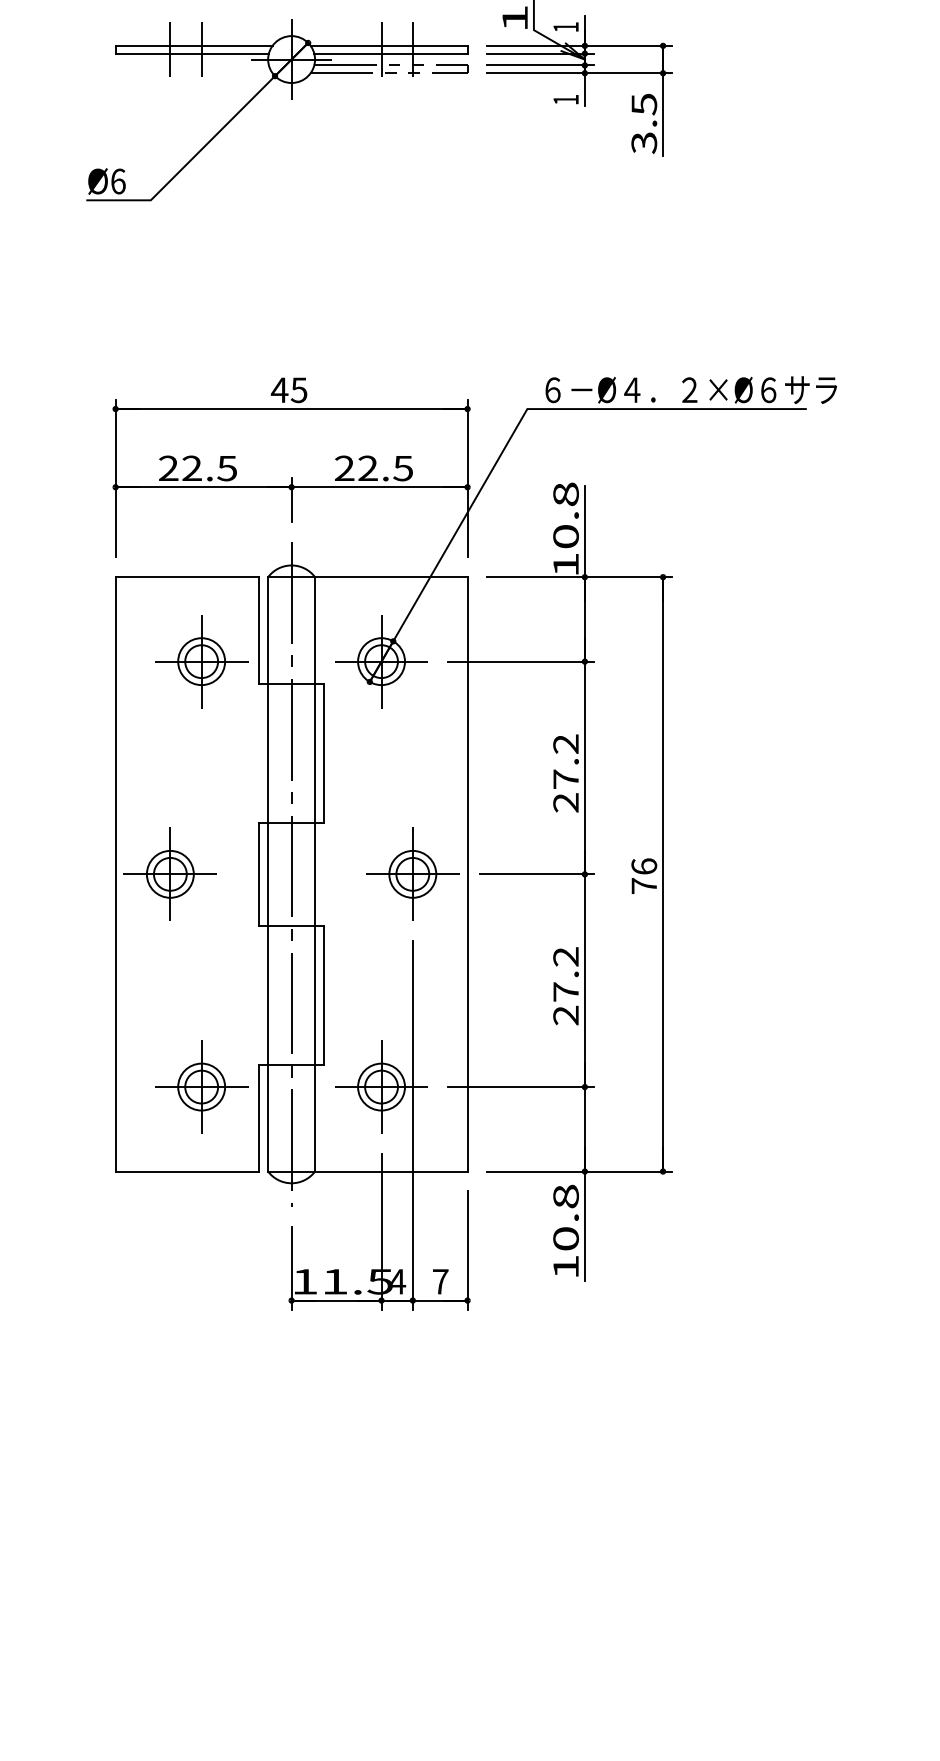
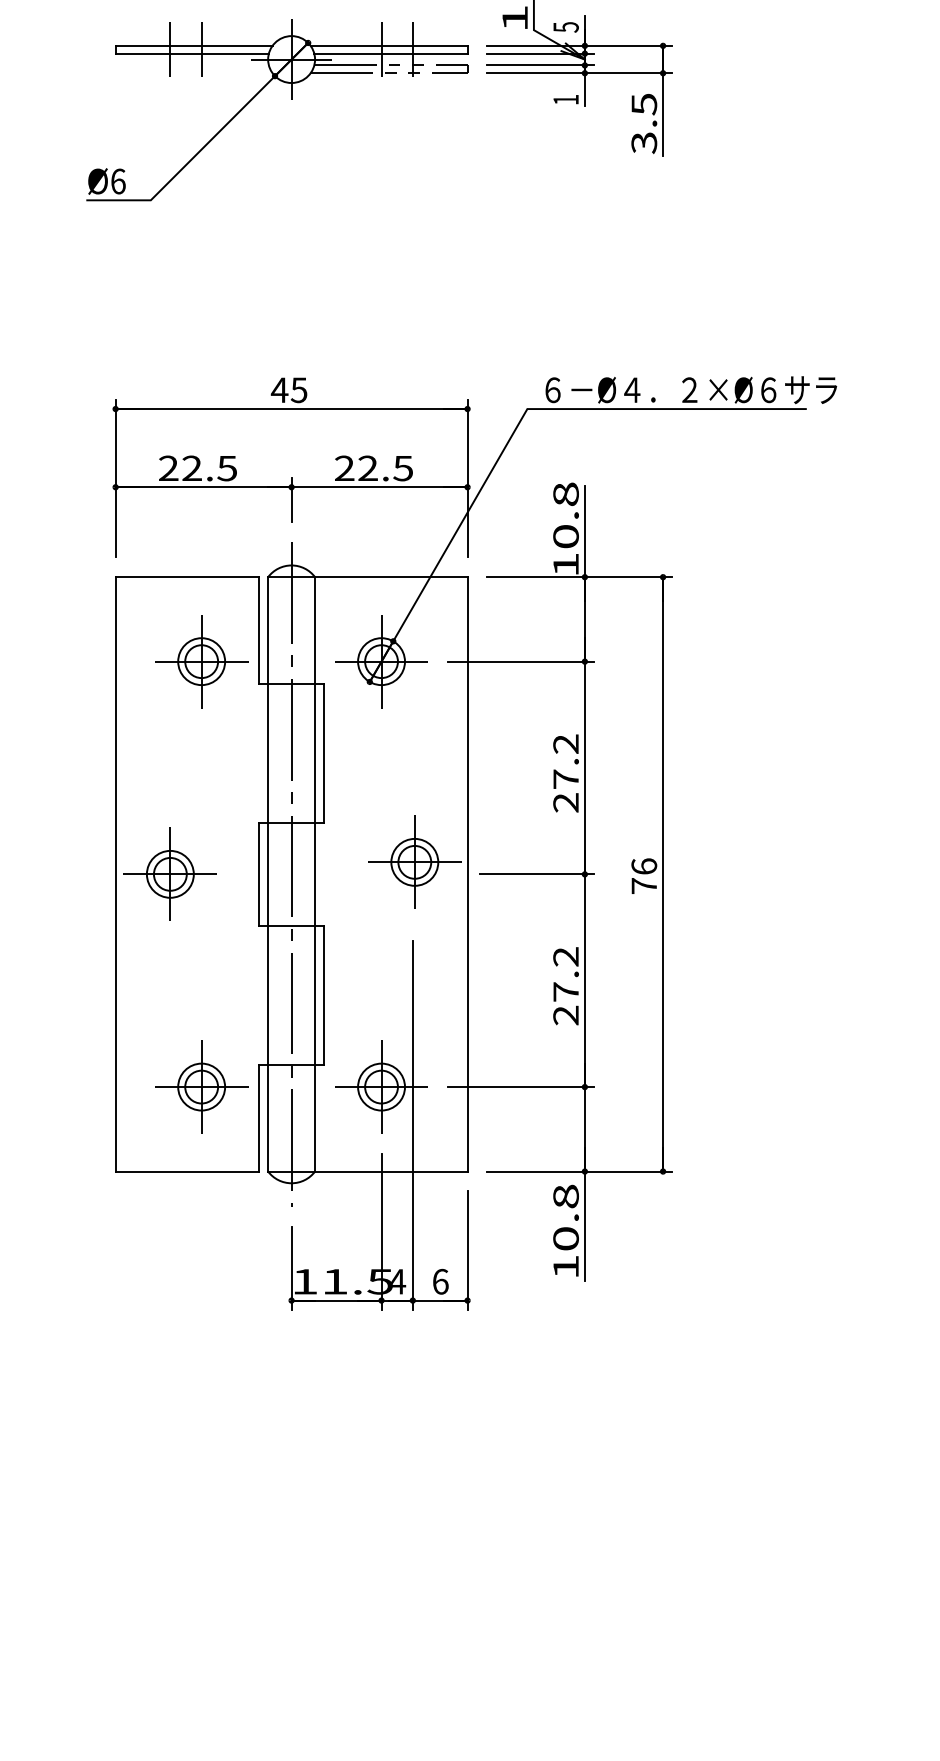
text at (565, 27): 1 -> 5
part at (412, 873) position: (412, 873) -> (414, 861)
text at (440, 1281): 7 -> 6
